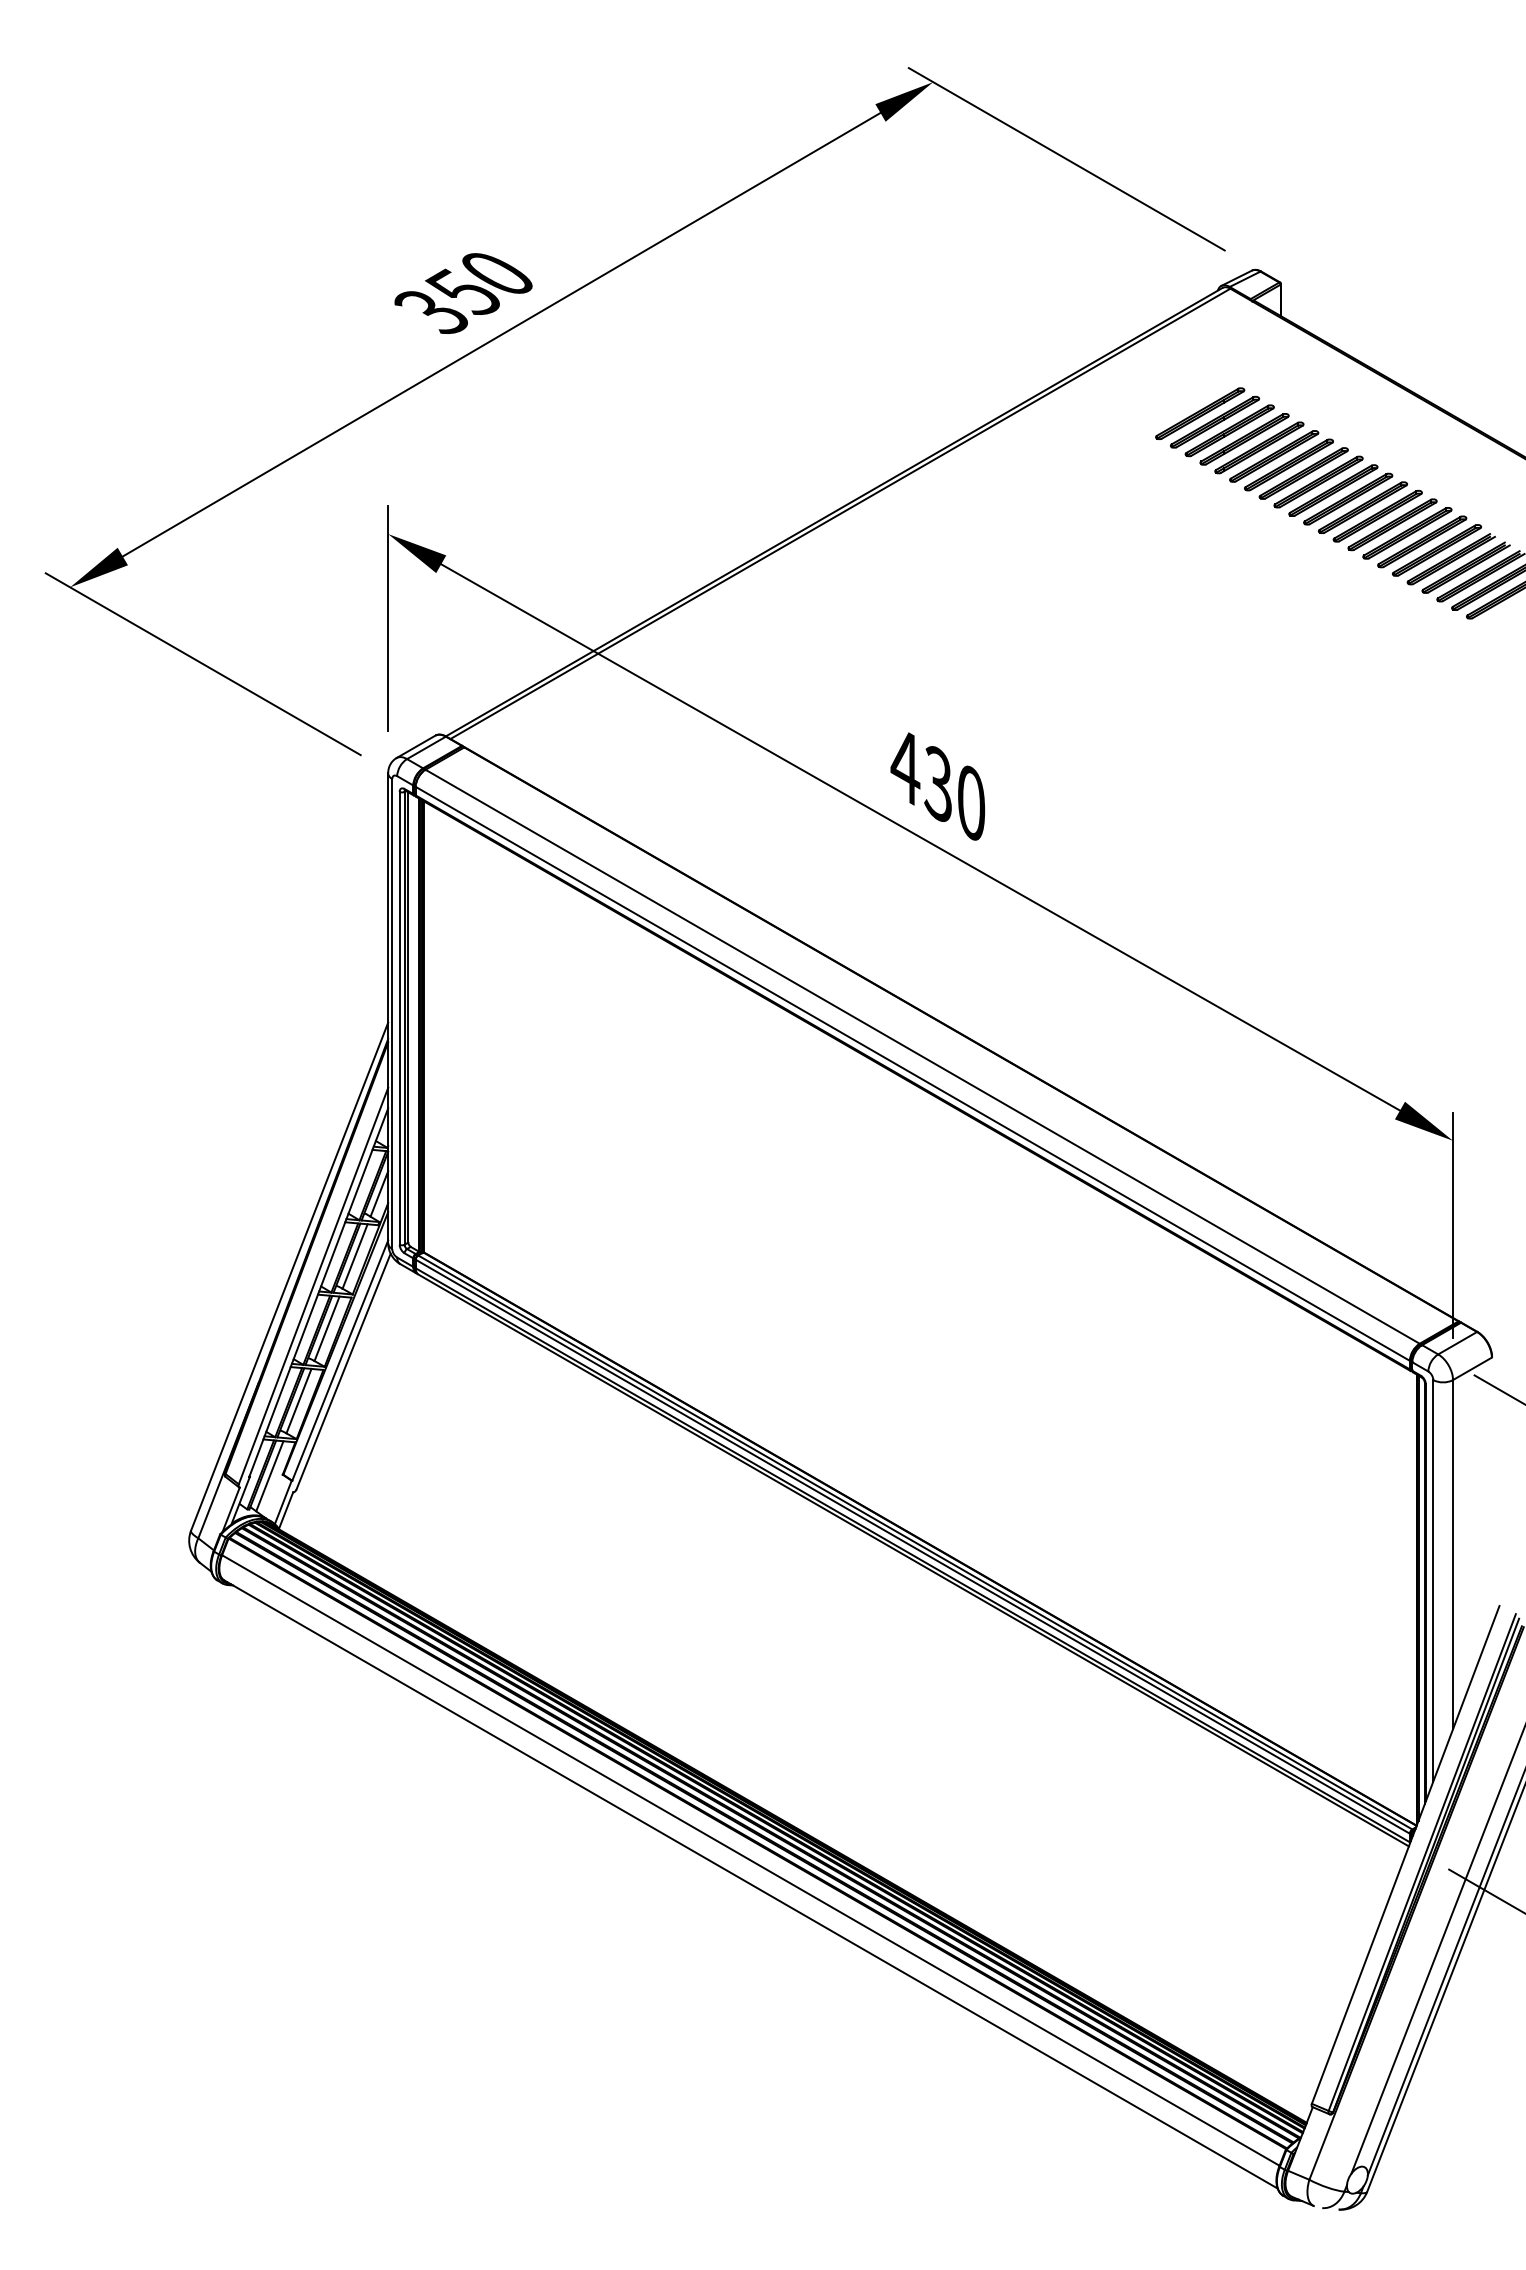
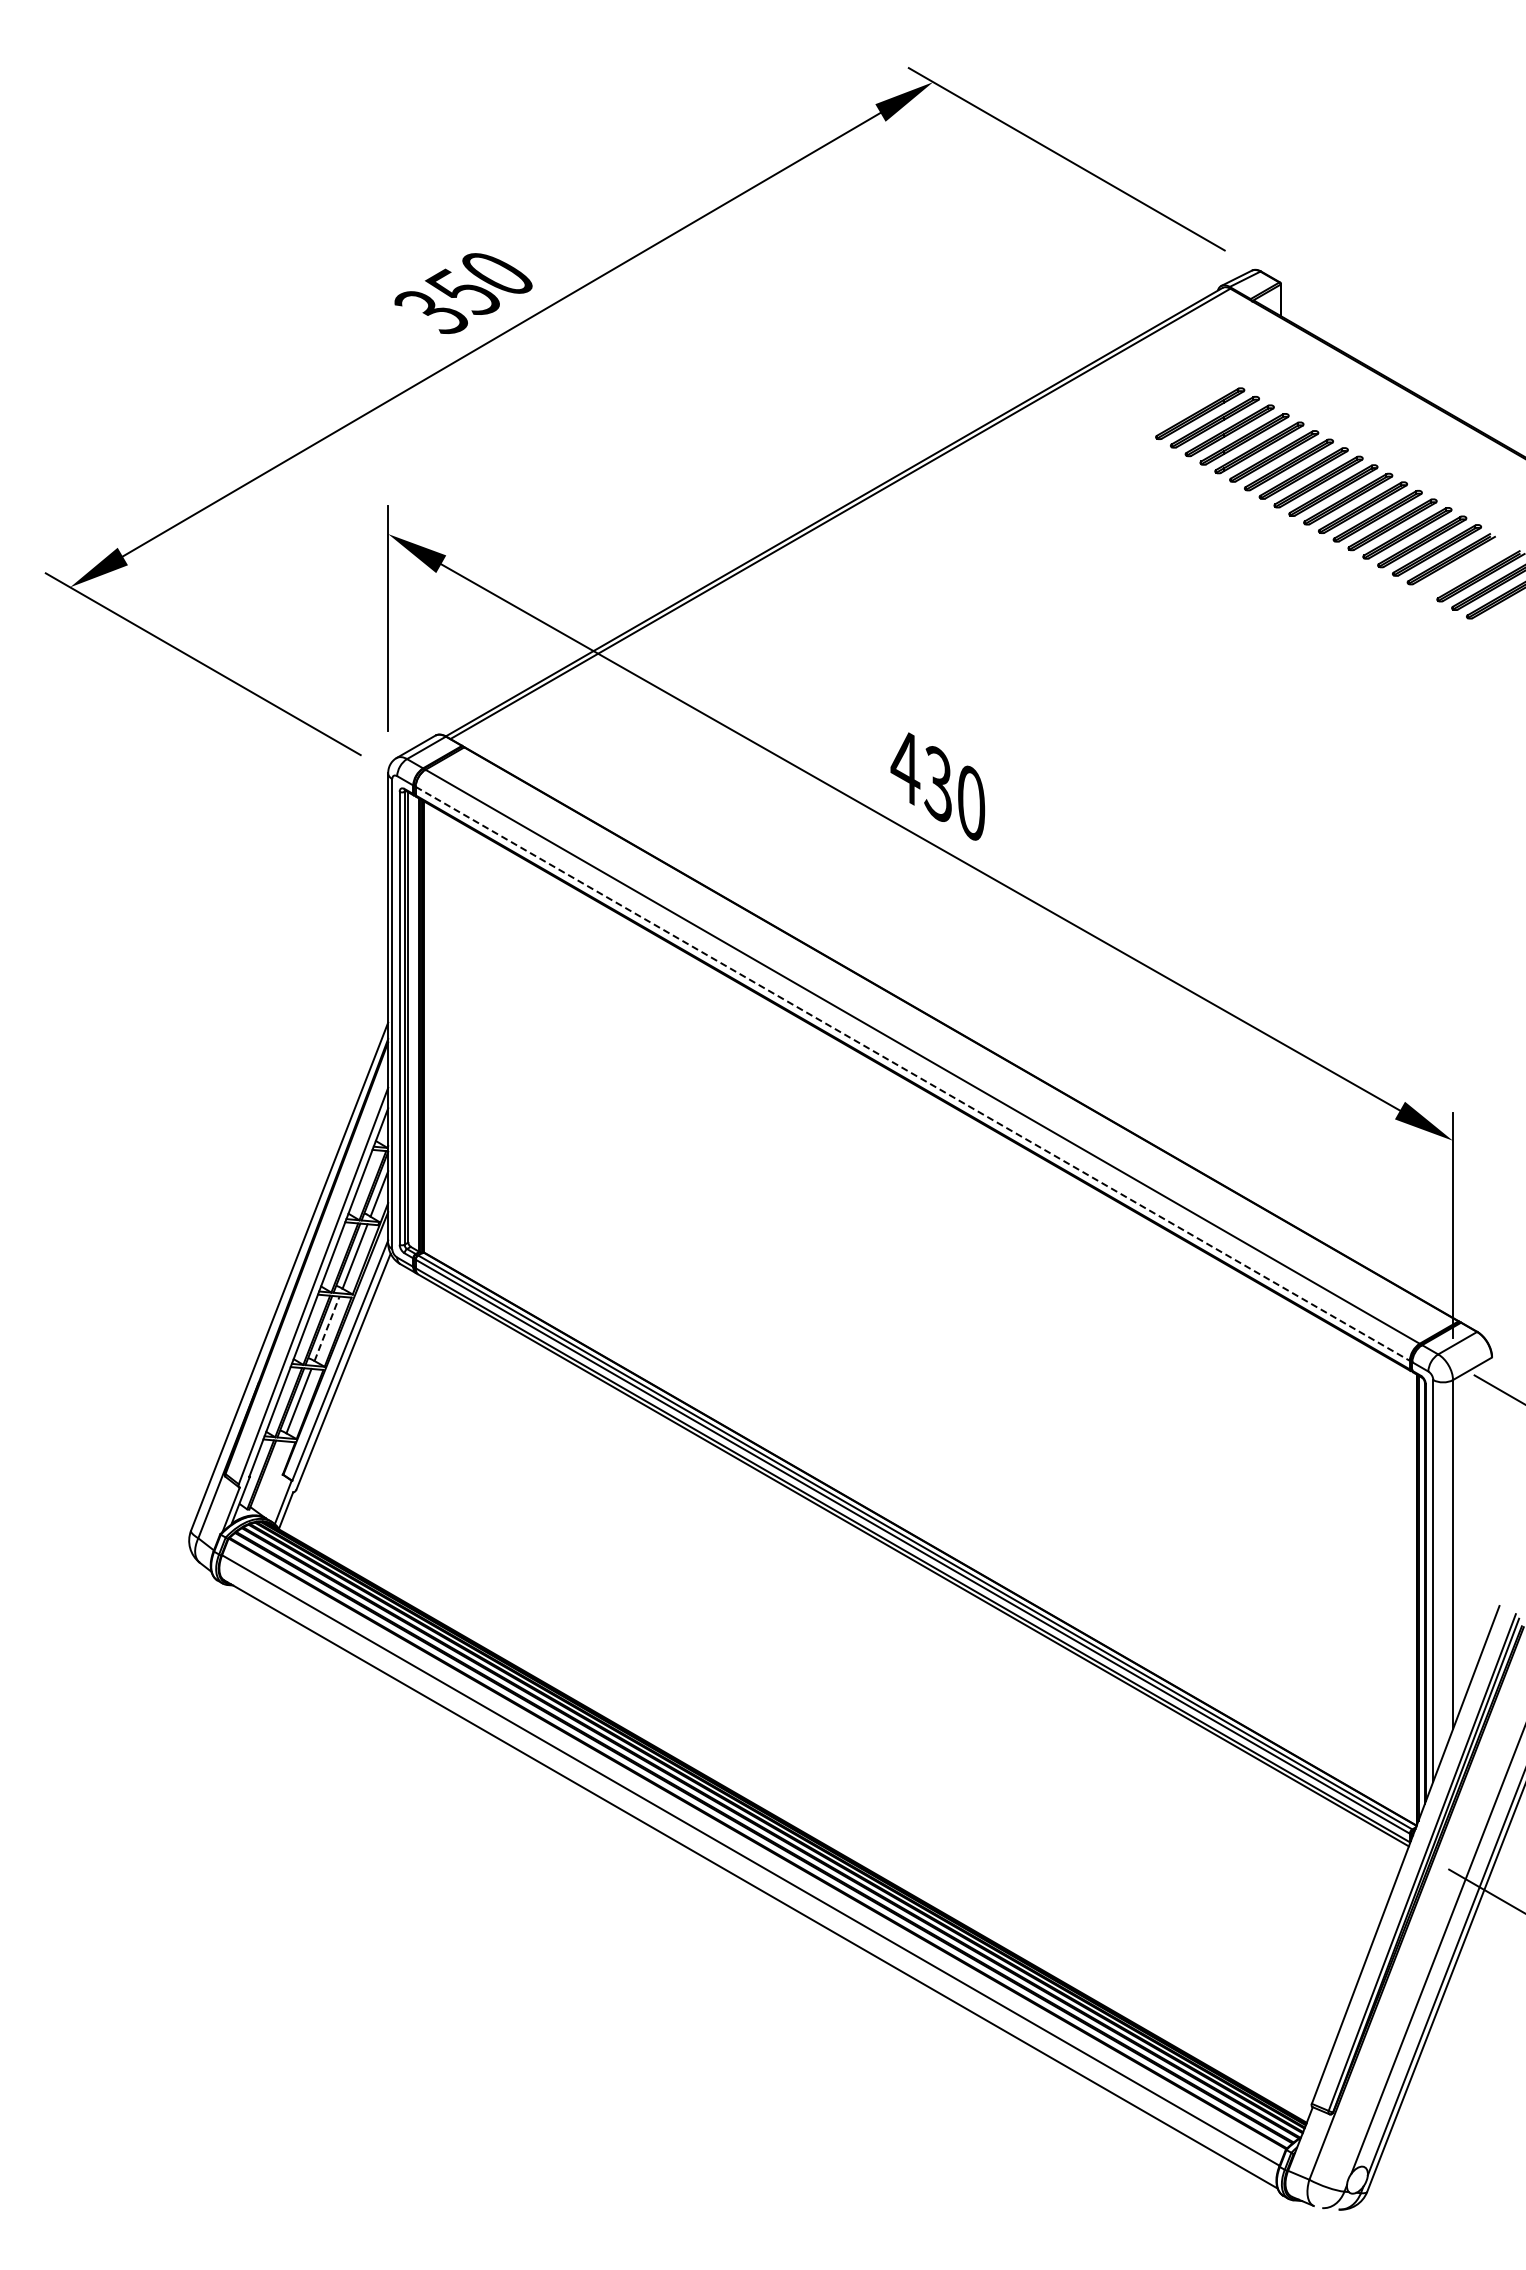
part at (1465, 567): present -> none
line at (912, 1073): solid -> dashed
line at (327, 1328): solid -> dashed
line at (269, 1476): present -> none
